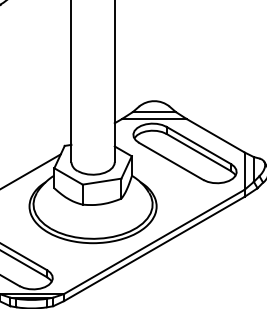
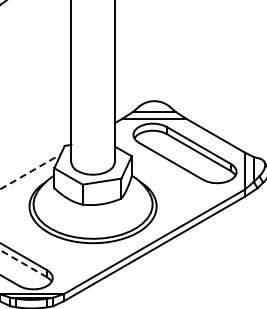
line at (30, 171): solid -> dashed
line at (23, 263): solid -> dashed
